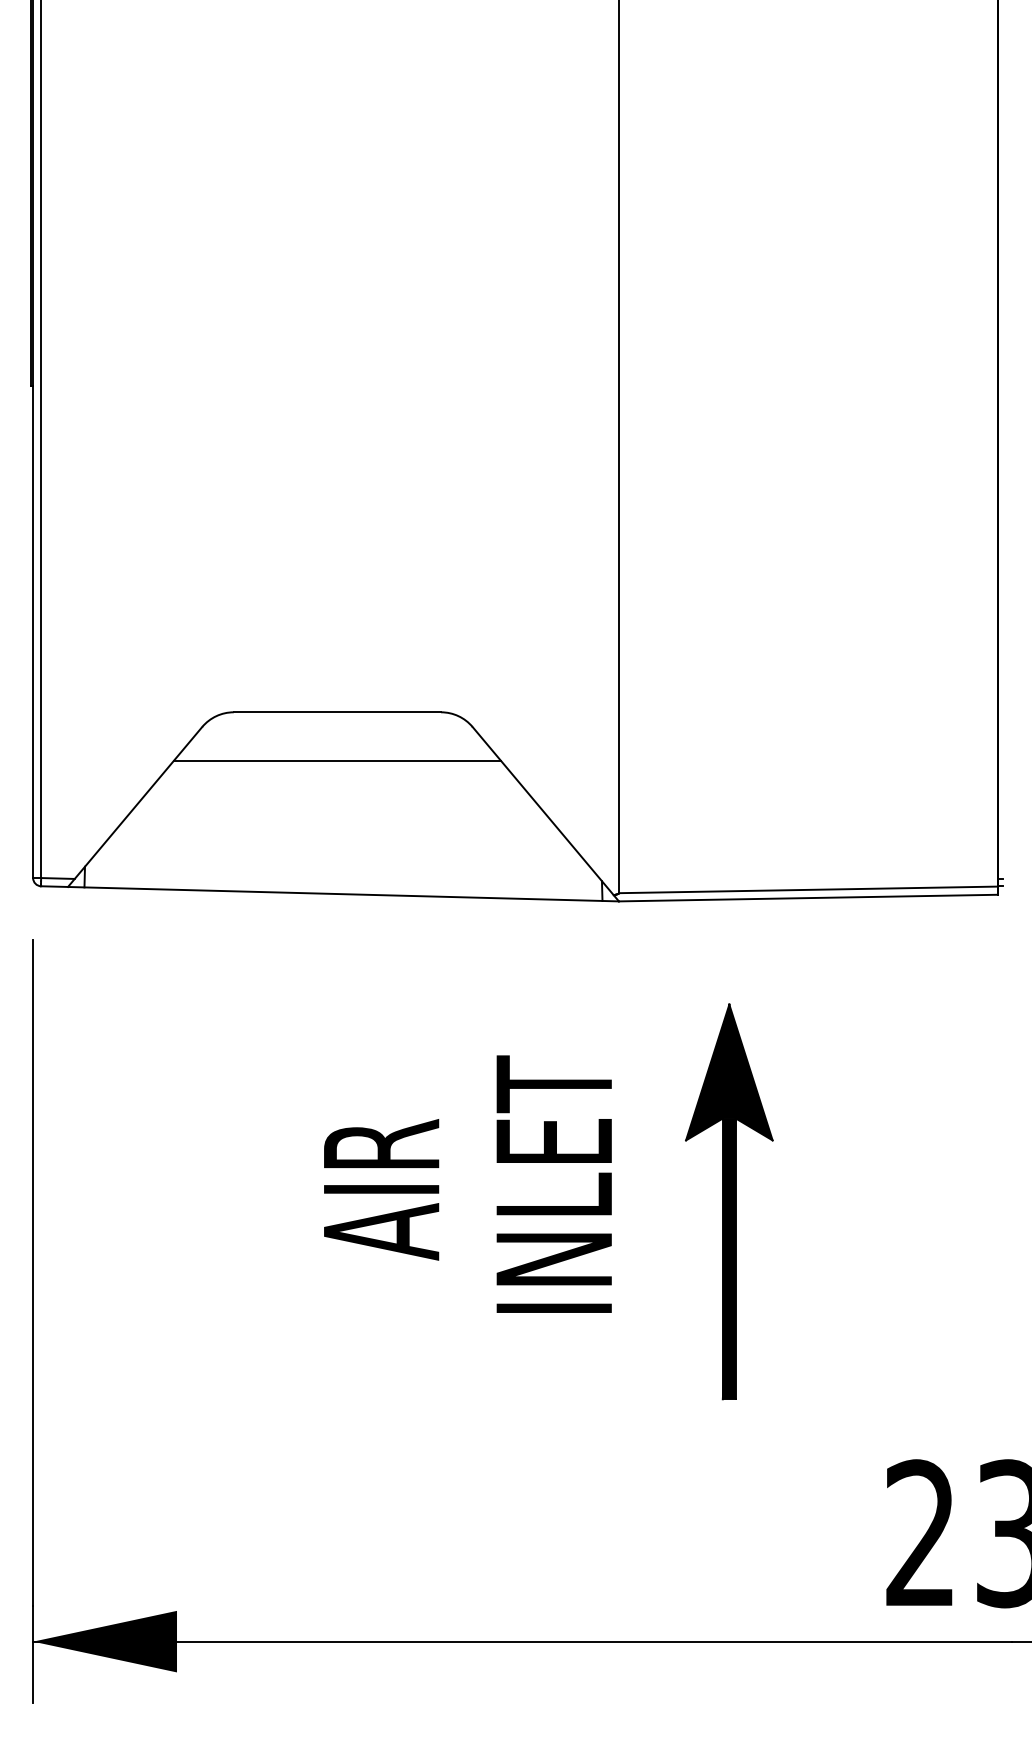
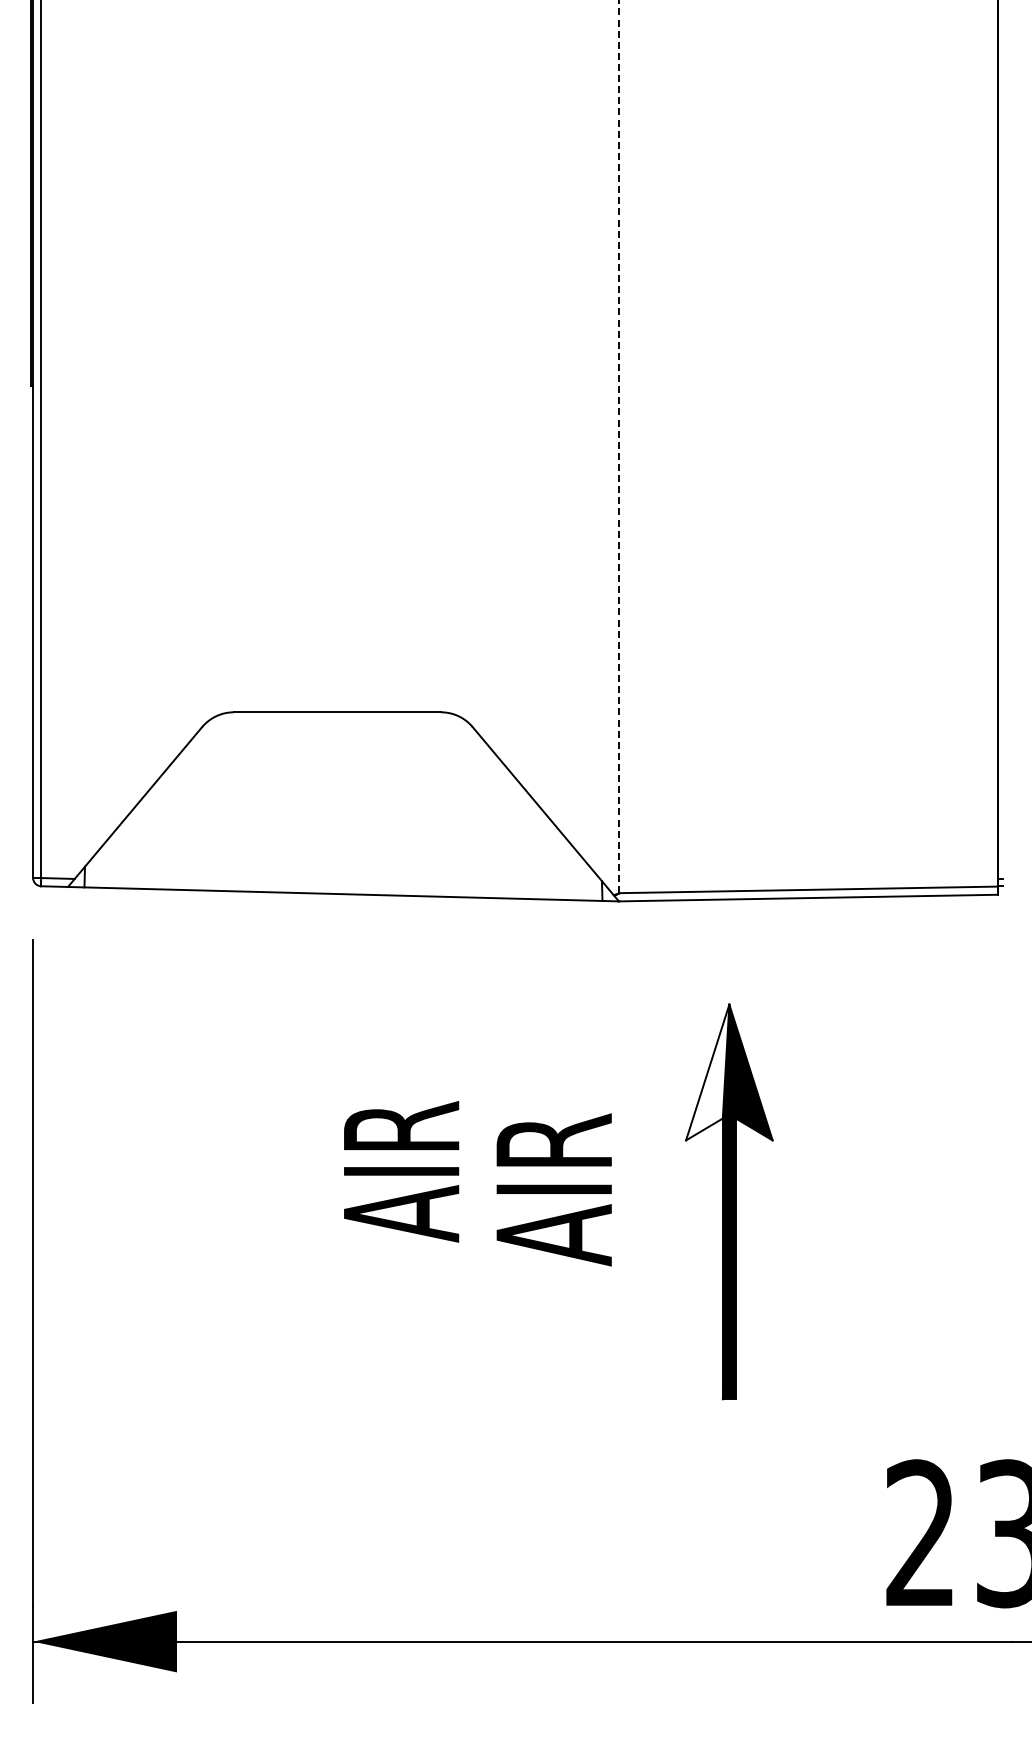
line at (618, 446): solid -> dashed
line at (336, 760): present -> none
fill at (707, 1072): present -> none
text at (553, 1183): INLET -> AIR
text at (381, 1189) position: (381, 1189) -> (401, 1171)
